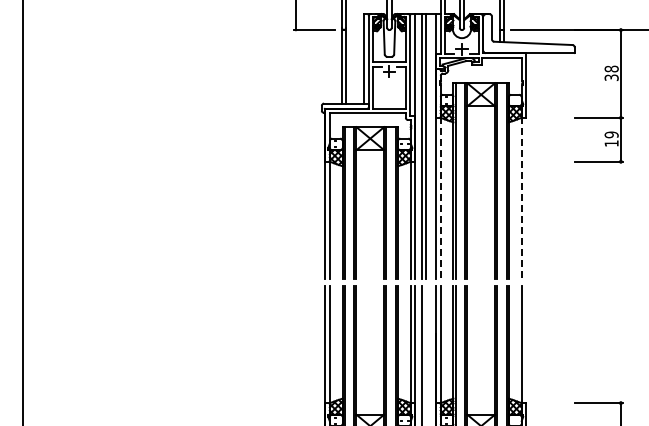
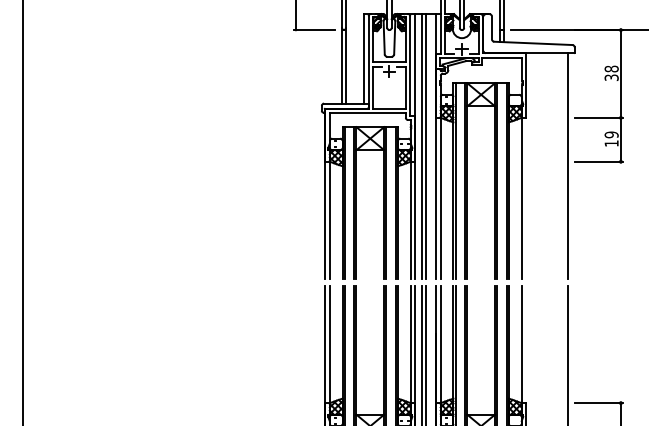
line at (567, 165): none -> present
line at (440, 198): dashed -> solid
line at (521, 198): dashed -> solid
line at (425, 353): none -> present
line at (567, 353): none -> present
